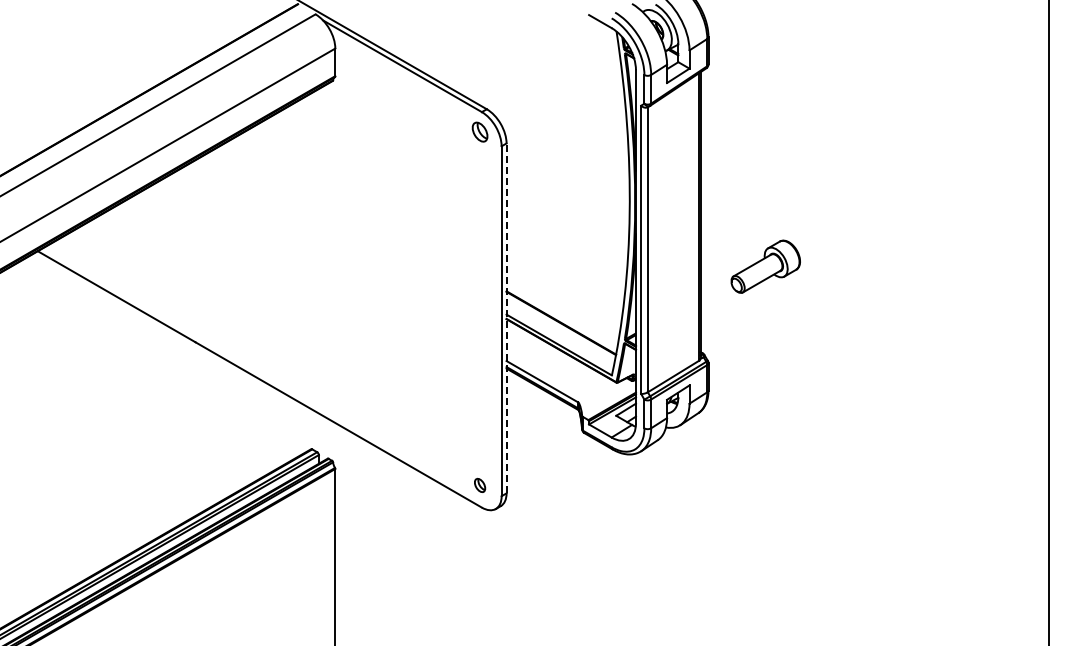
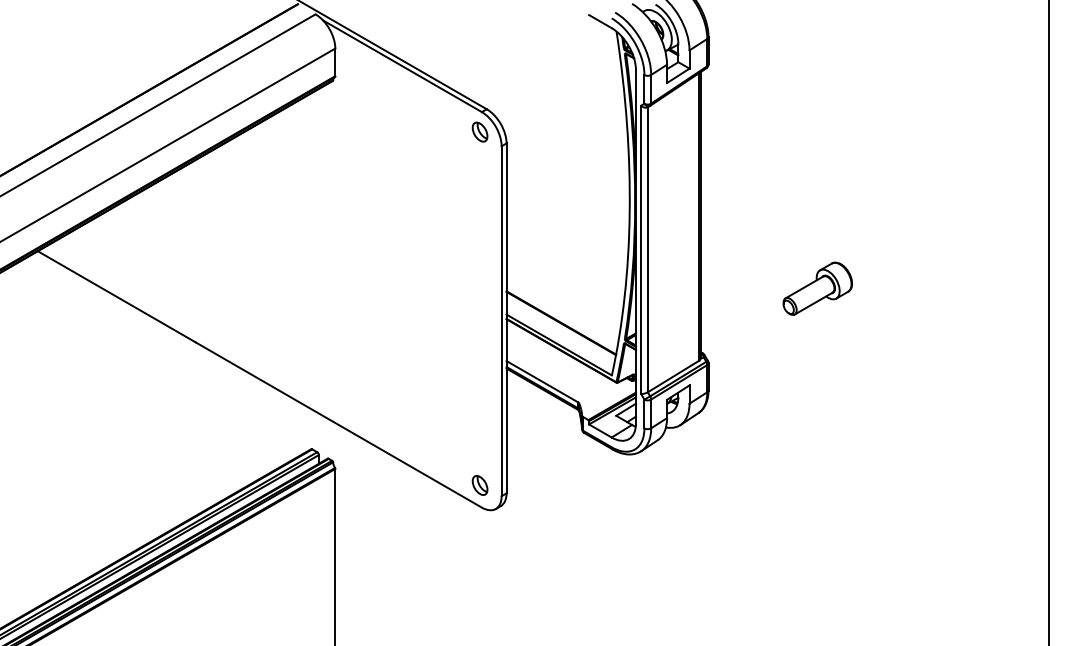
part at (765, 266) position: (765, 266) -> (817, 288)
line at (506, 318): dashed -> solid
part at (480, 484) size: 13x16 px -> 18x21 px
